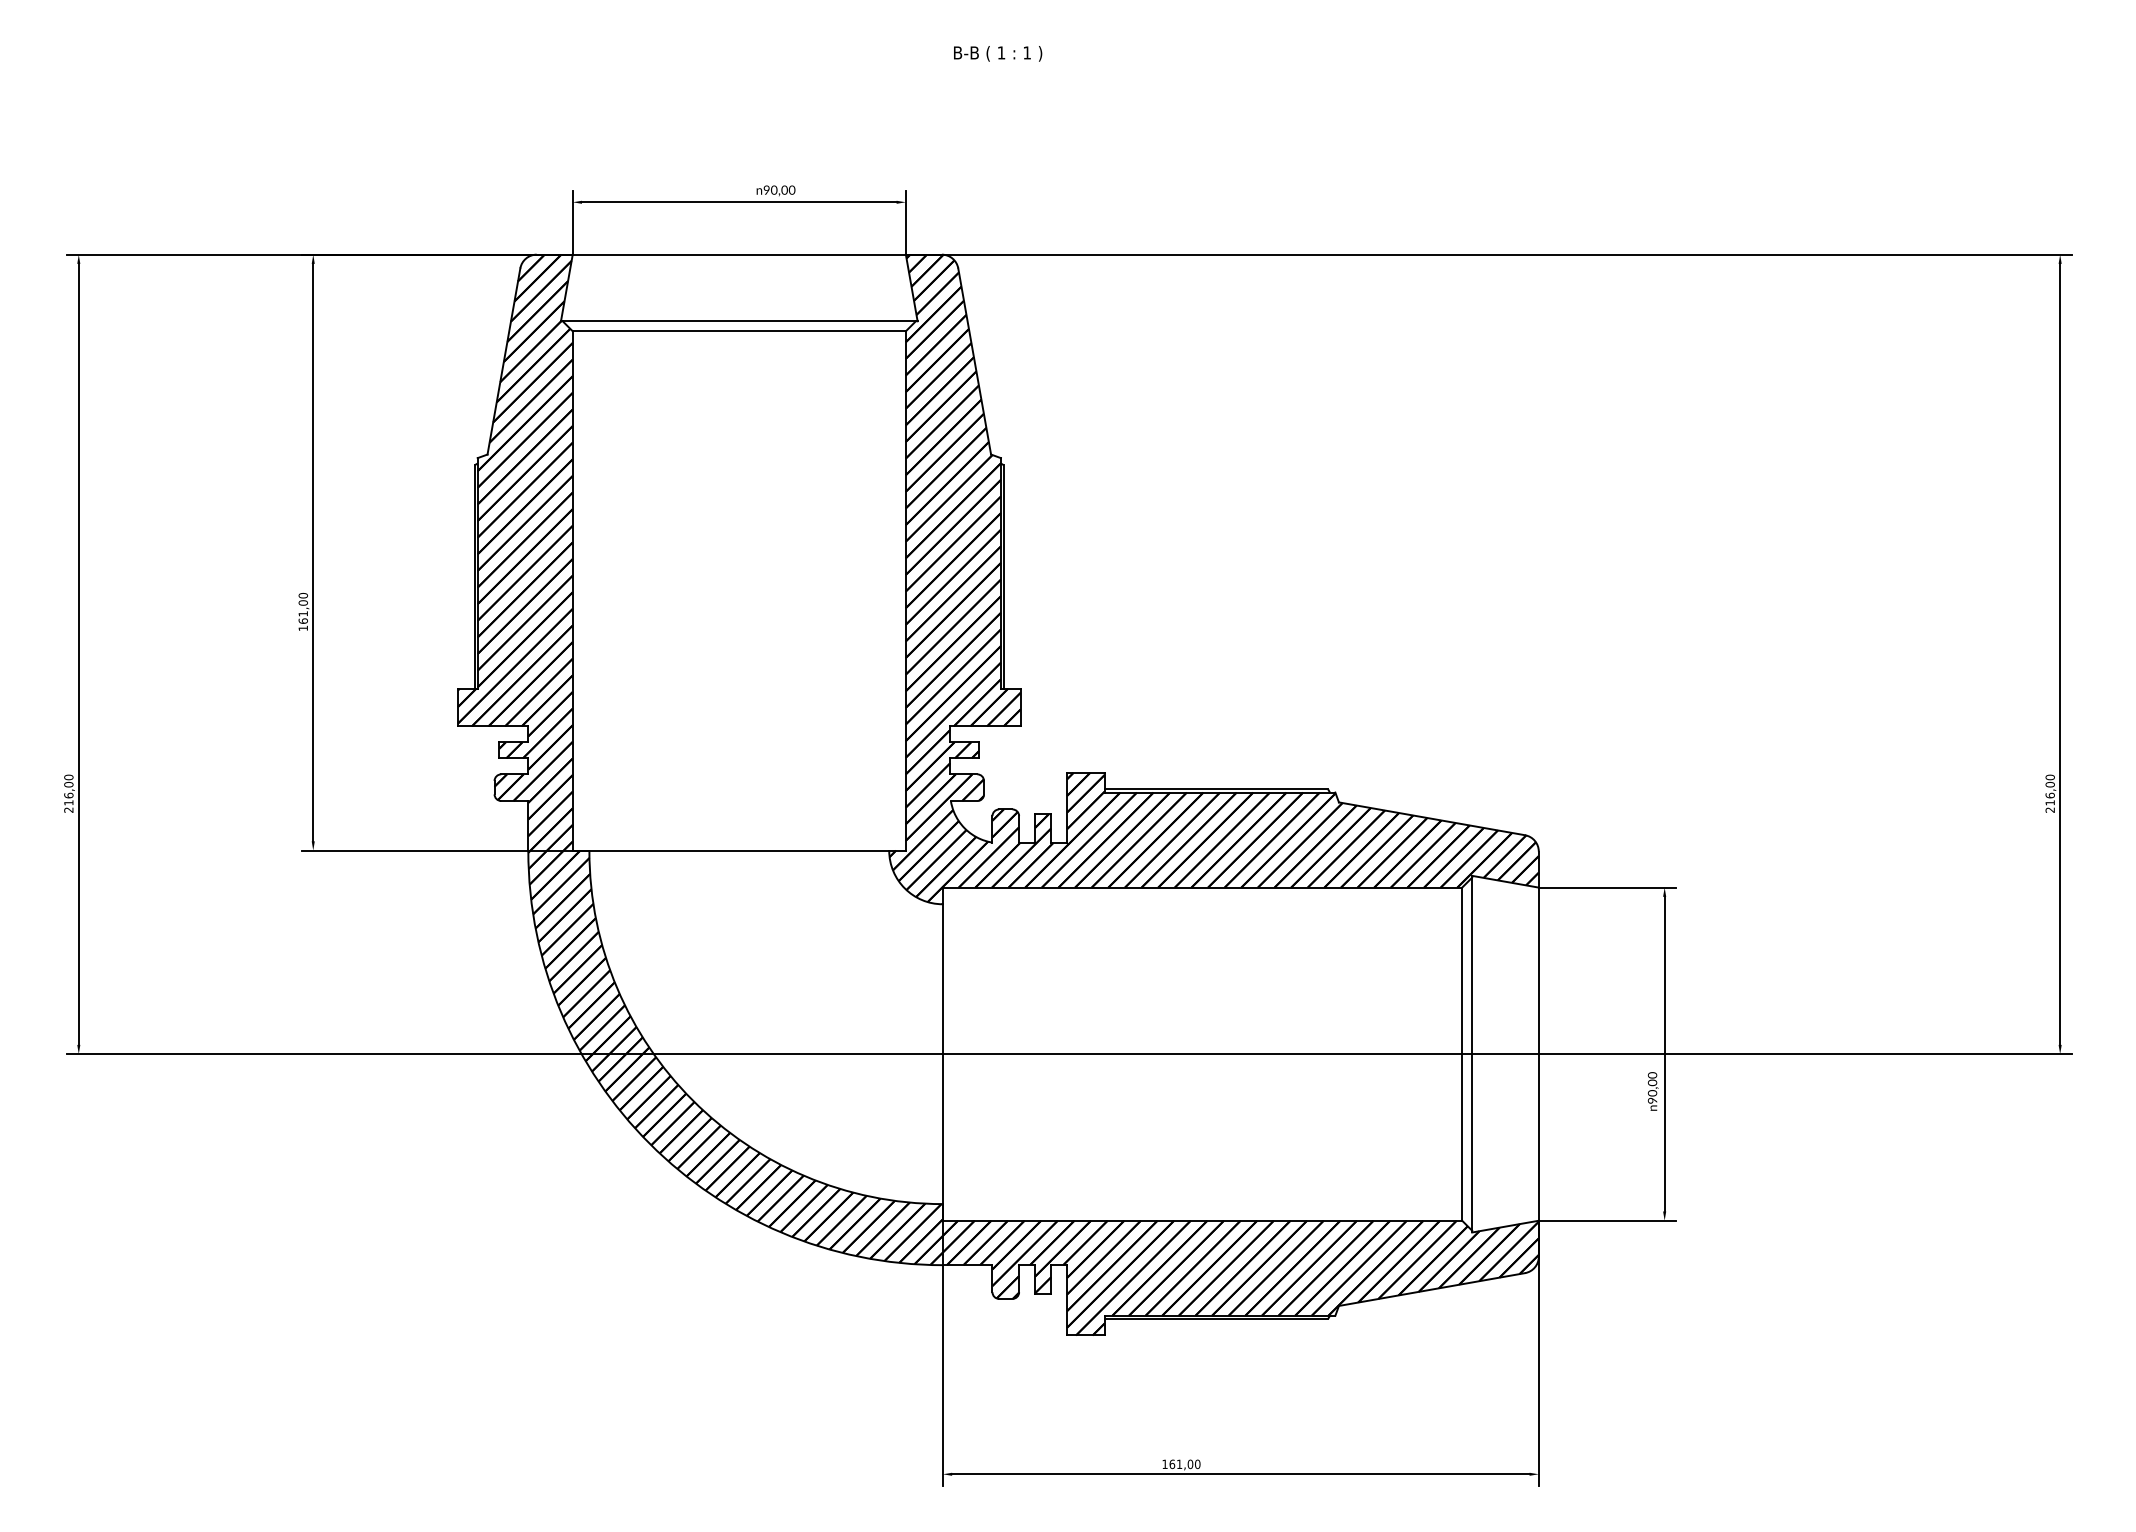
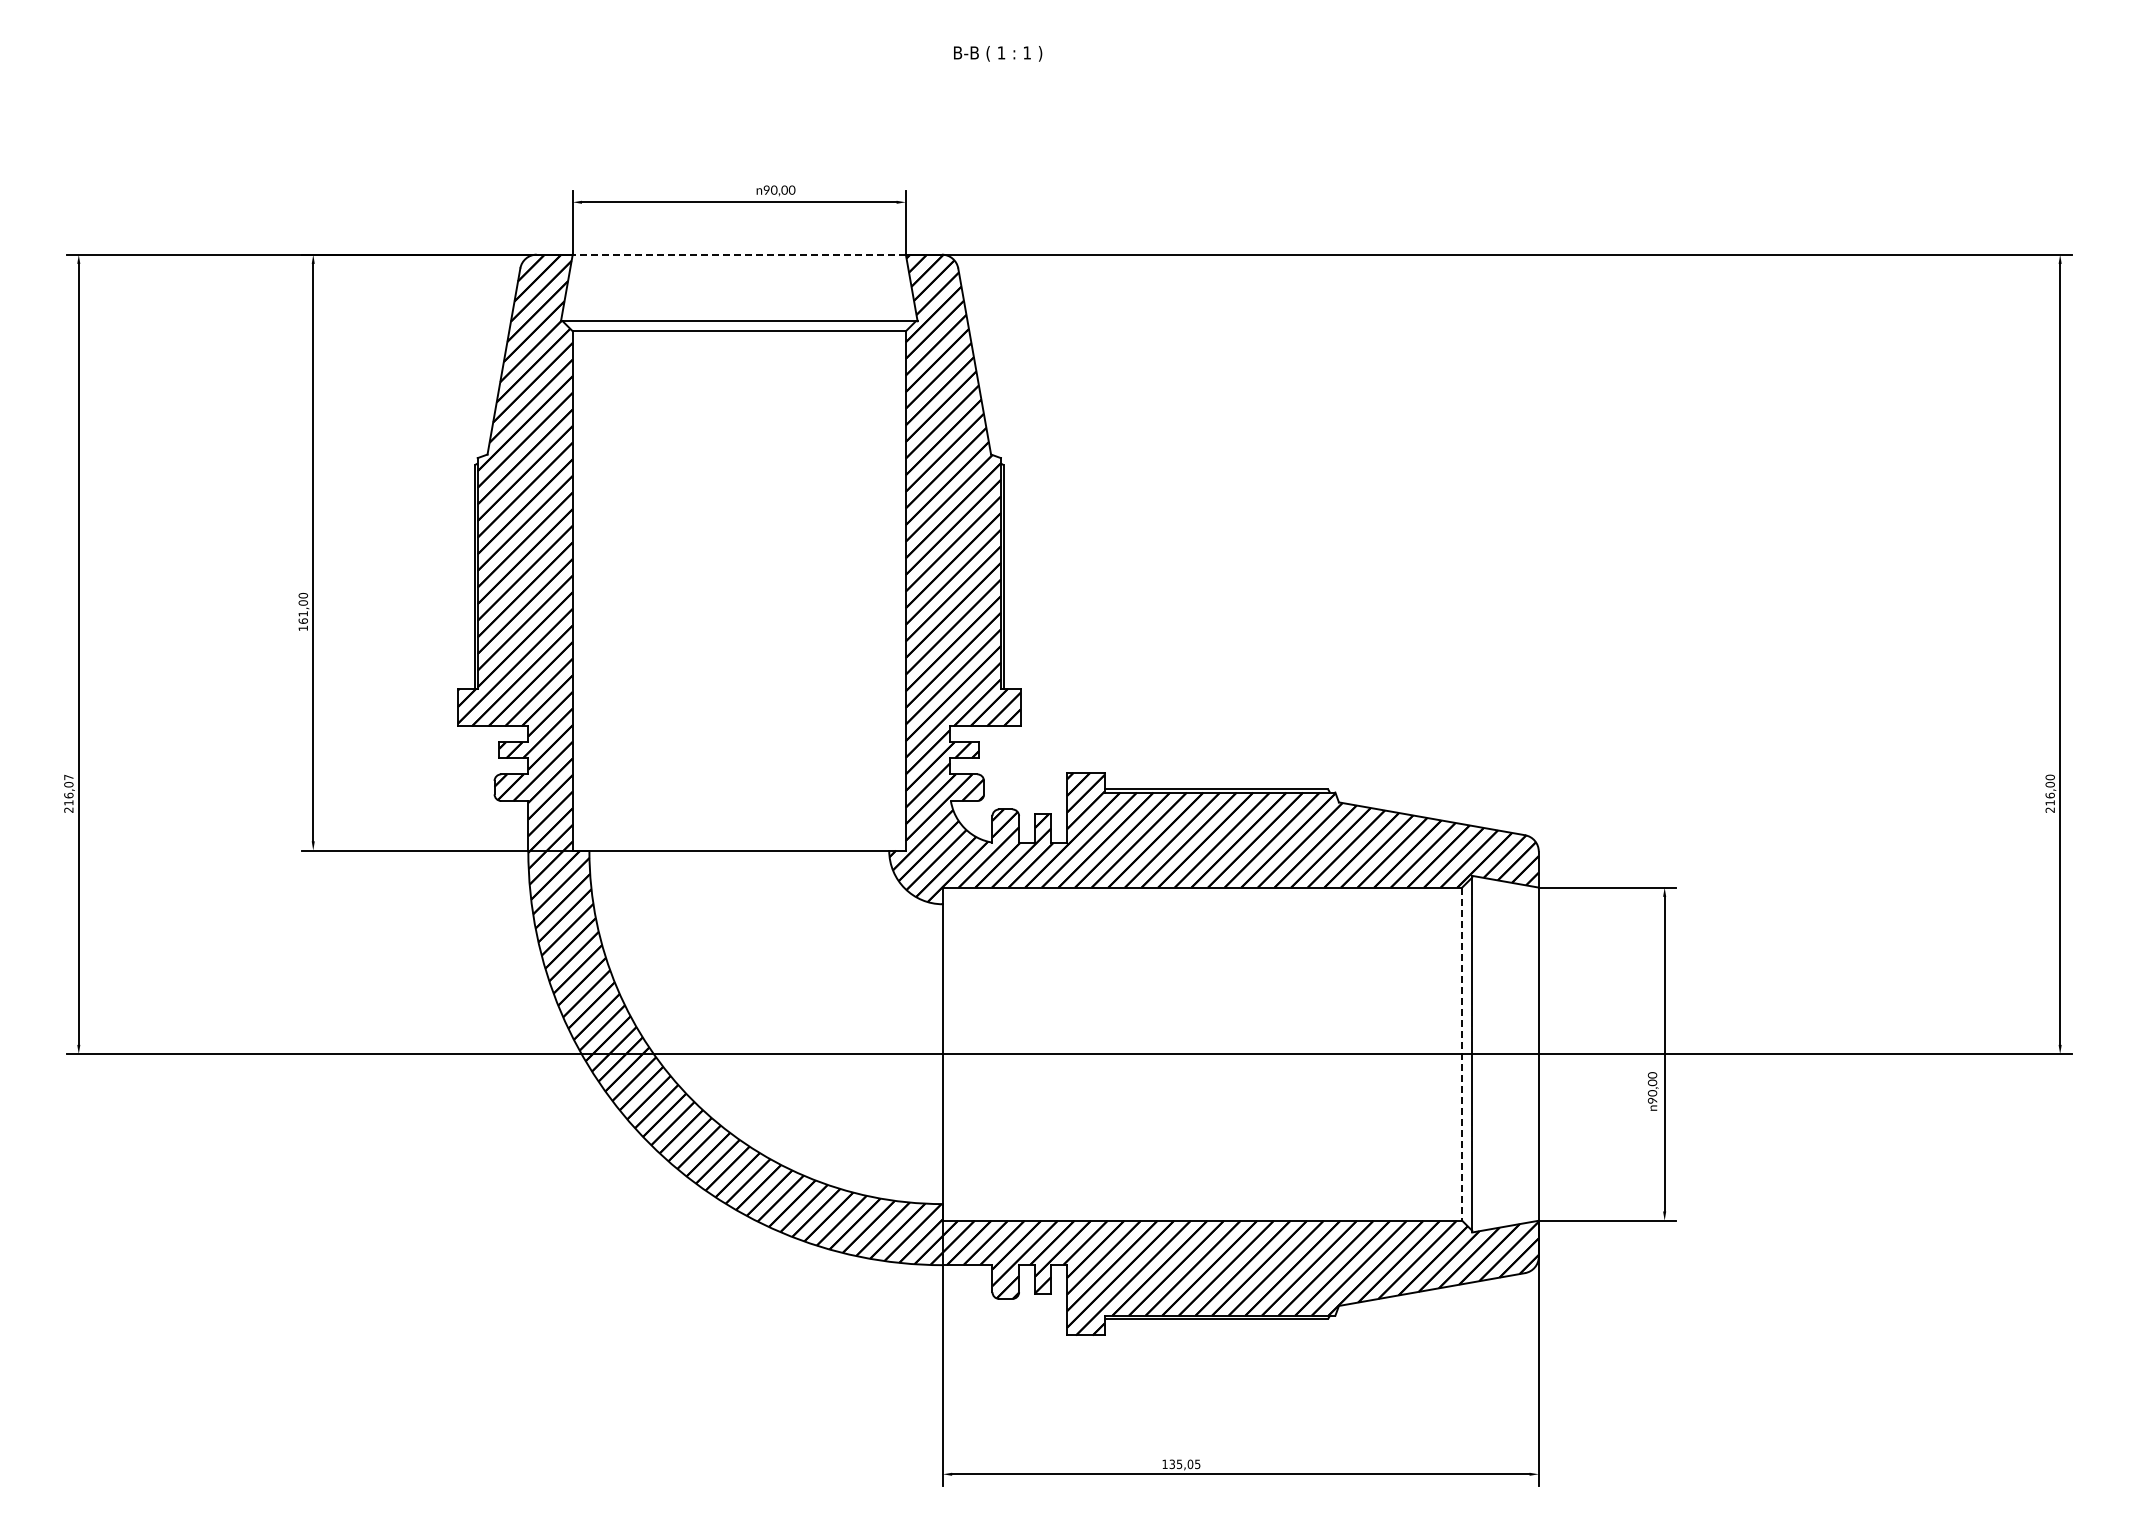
line at (739, 254): solid -> dashed
text at (68, 777): 216,00 -> 216,07
line at (1462, 1054): solid -> dashed
text at (1184, 1464): 161,00 -> 135,05
